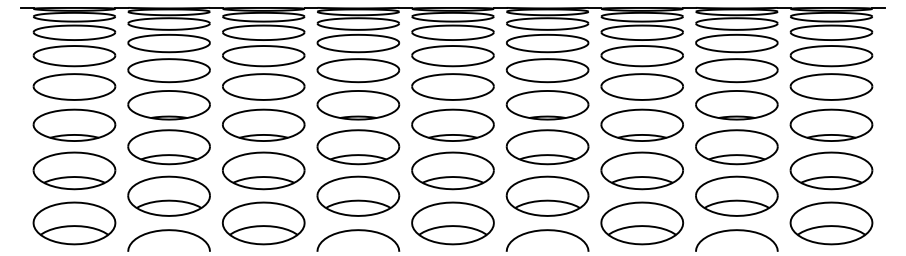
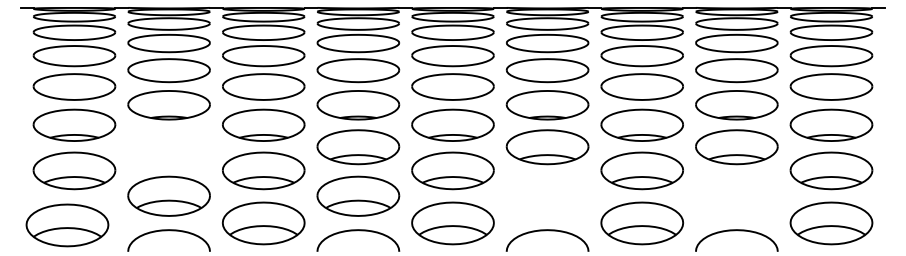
part at (168, 147): present -> none
part at (547, 195): present -> none
part at (736, 195): present -> none
part at (74, 223) position: (74, 223) -> (67, 225)
